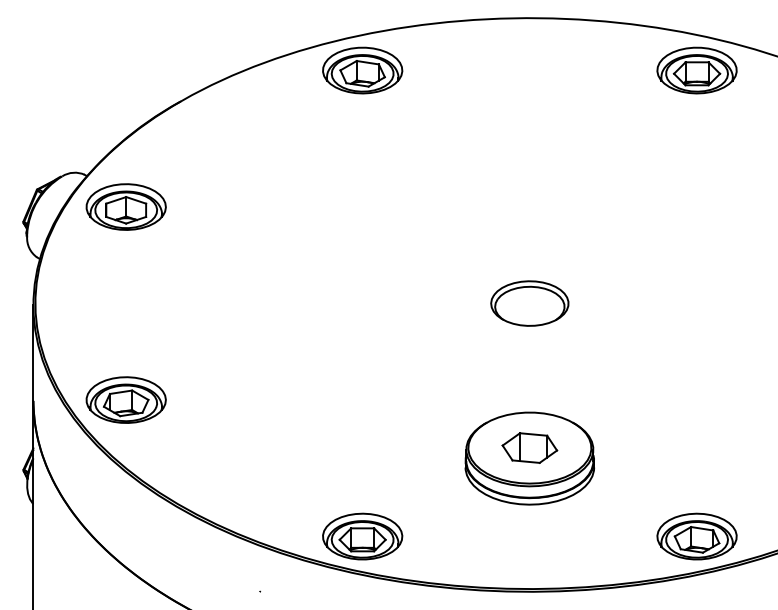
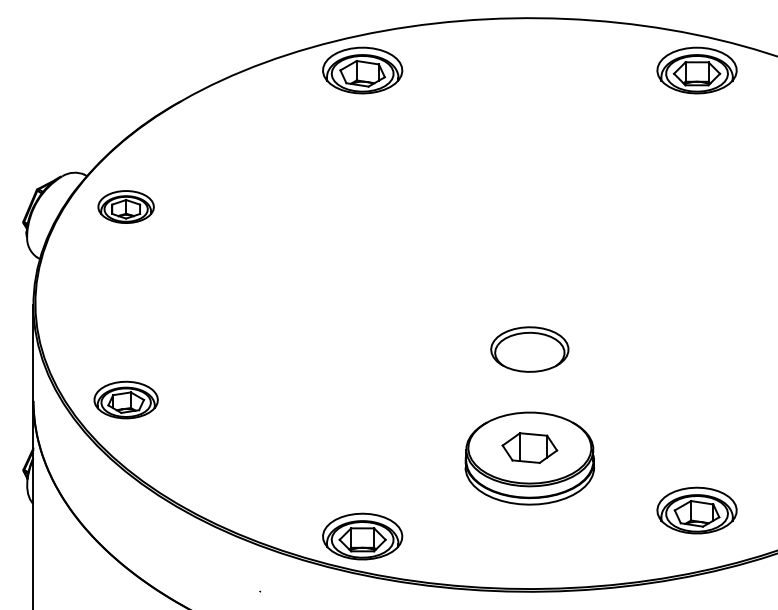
part at (125, 206) size: 82x48 px -> 58x34 px
part at (529, 303) position: (529, 303) -> (529, 349)
part at (125, 399) size: 82x48 px -> 66x40 px
part at (696, 536) position: (696, 536) -> (696, 510)
